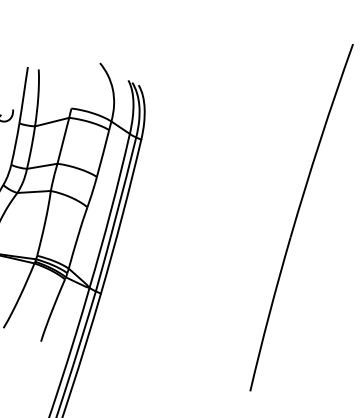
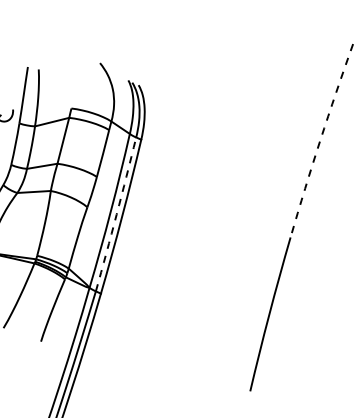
arc at (320, 140): solid -> dashed
arc at (116, 214): solid -> dashed
